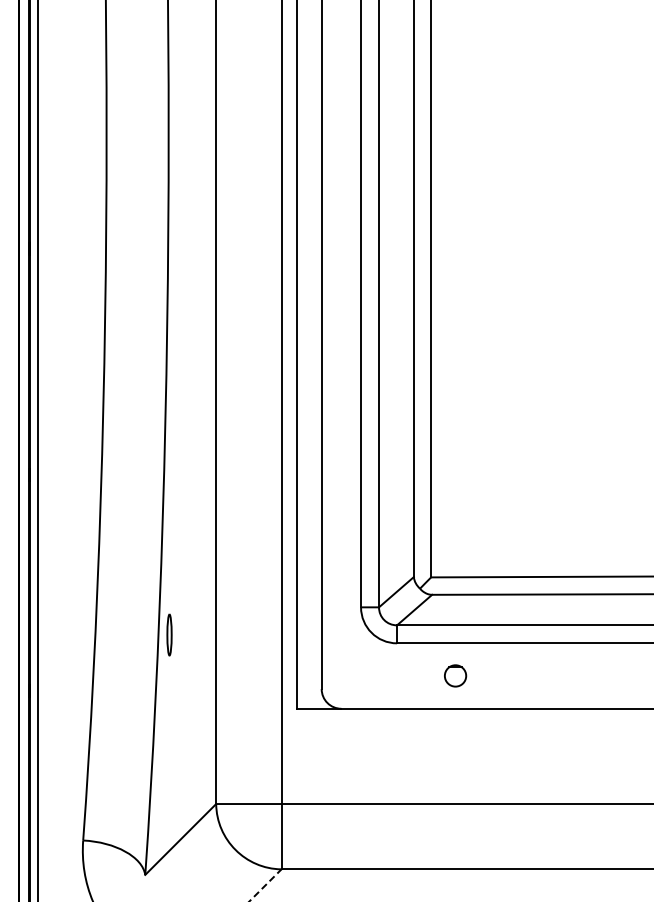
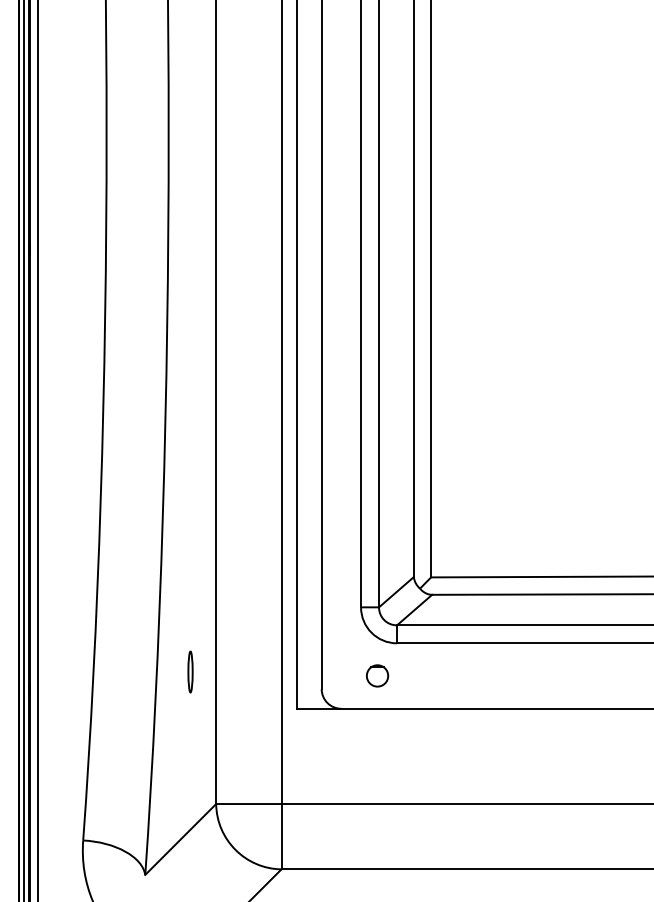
line at (24, 450): none -> present
part at (169, 634) position: (169, 634) -> (190, 671)
circle at (455, 675) position: (455, 675) -> (377, 675)
line at (265, 885): dashed -> solid
